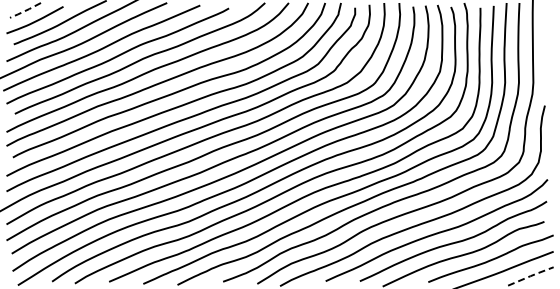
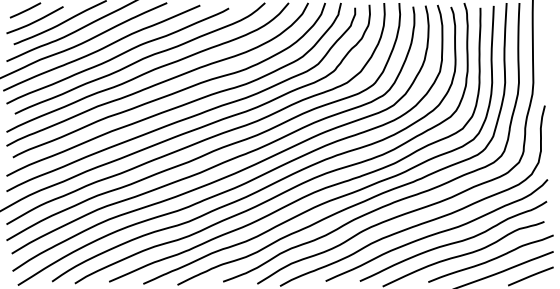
line at (25, 10): dashed -> solid
line at (531, 275): dashed -> solid
